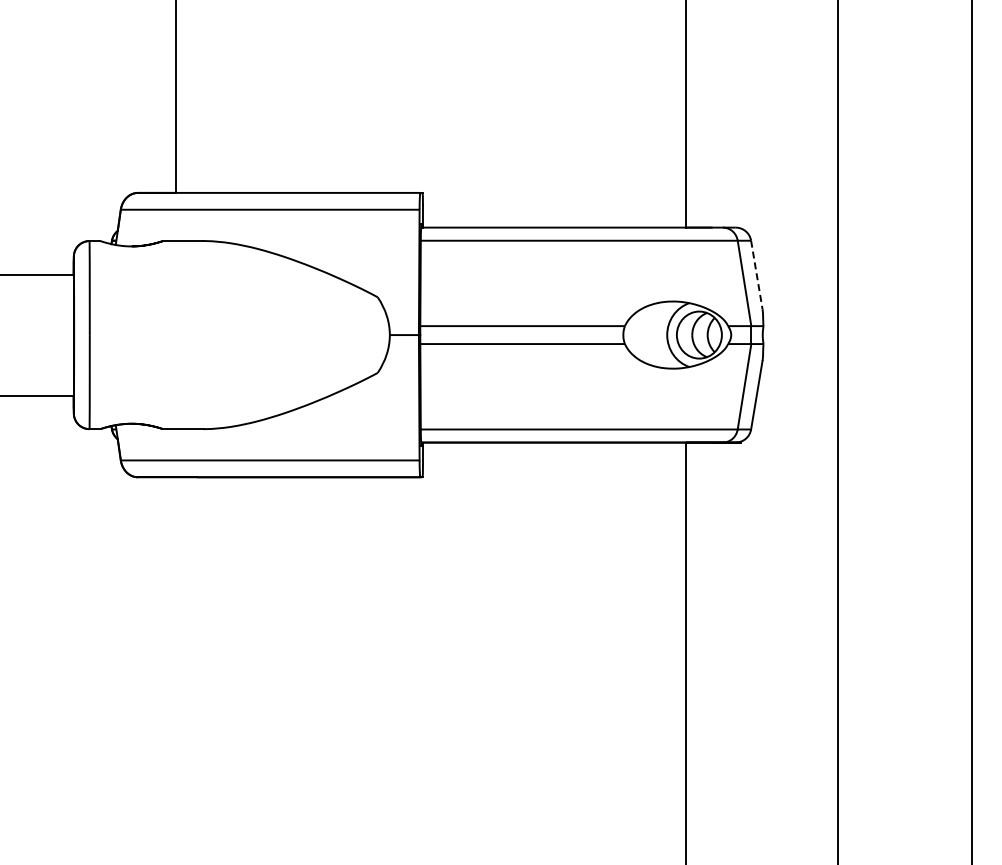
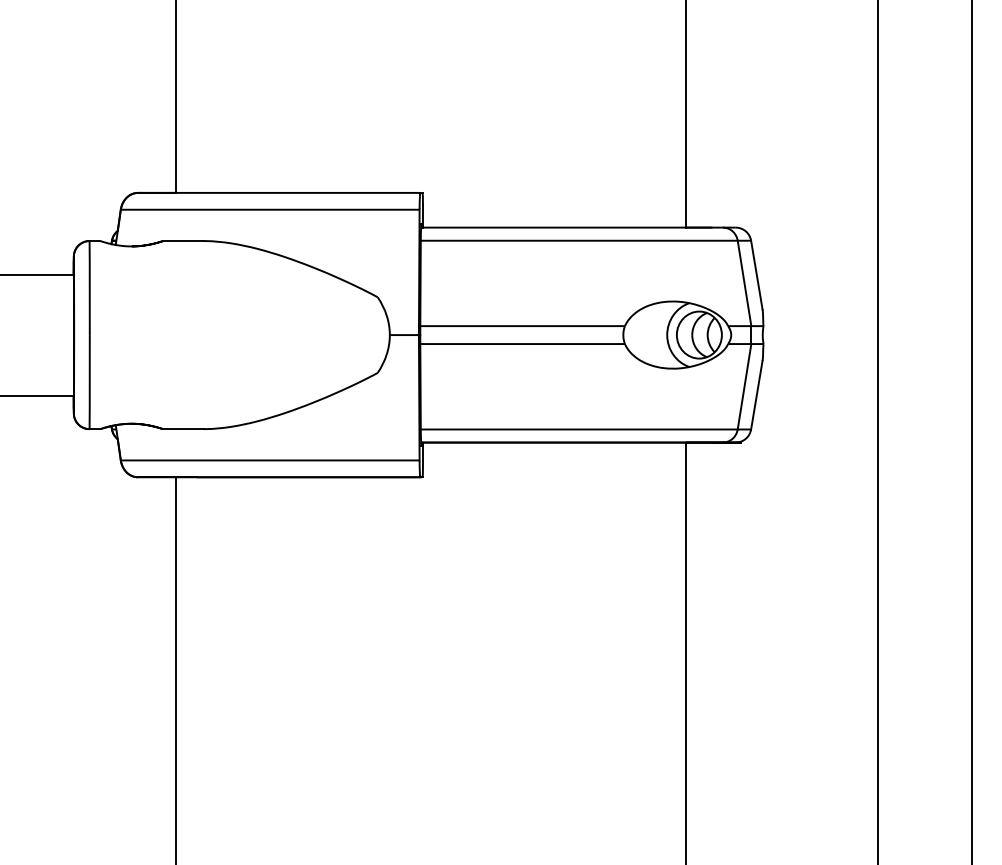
line at (756, 274): dashed -> solid
line at (837, 431) position: (837, 431) -> (877, 431)
line at (175, 669): none -> present
